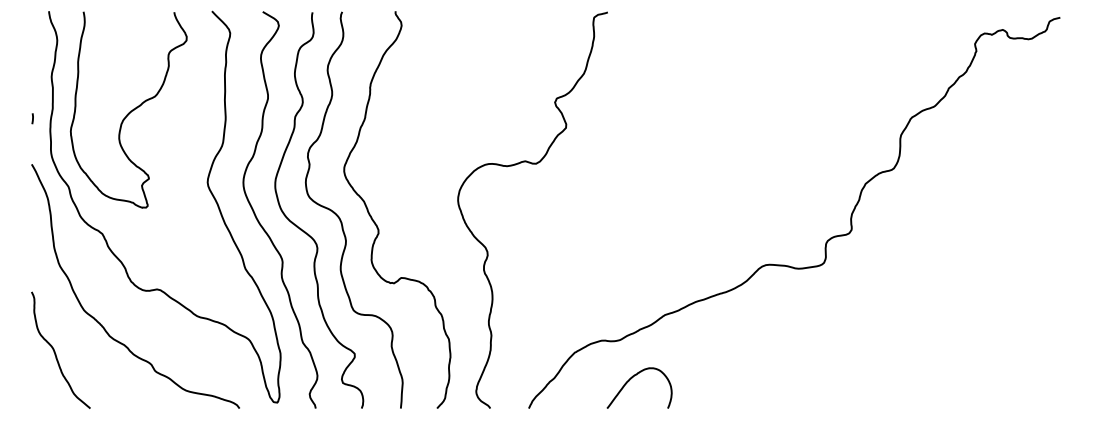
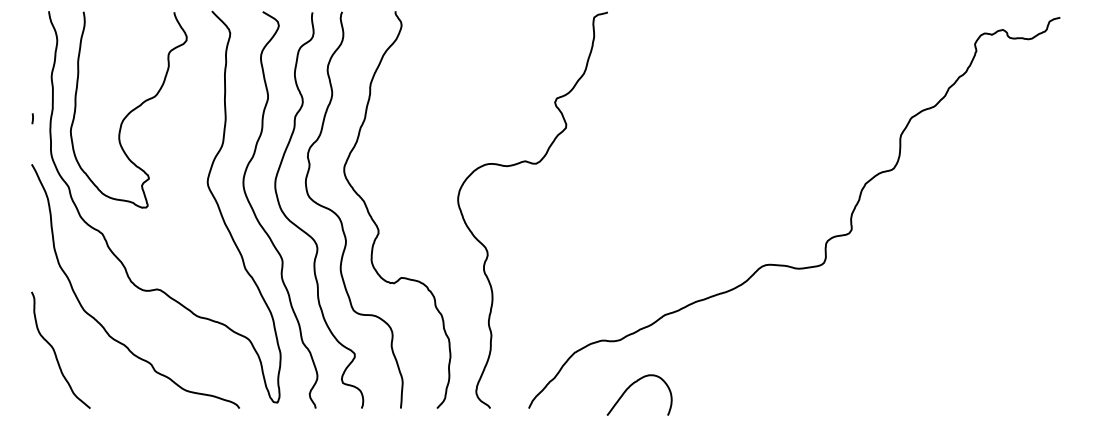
curve at (631, 379) position: (631, 379) -> (631, 386)
